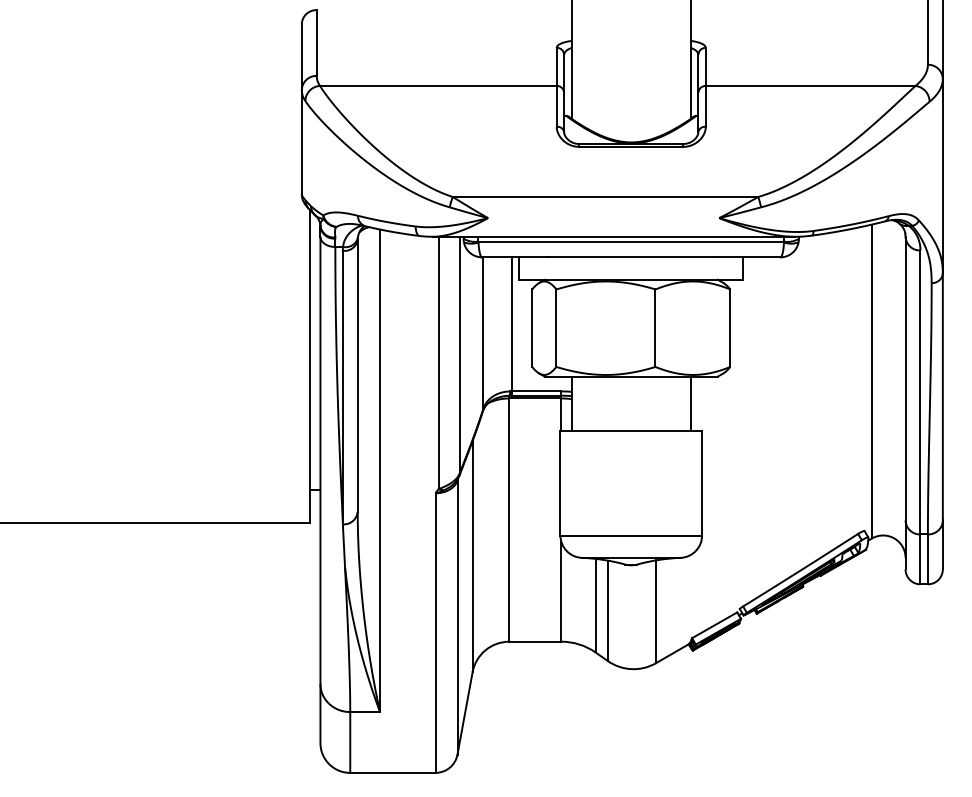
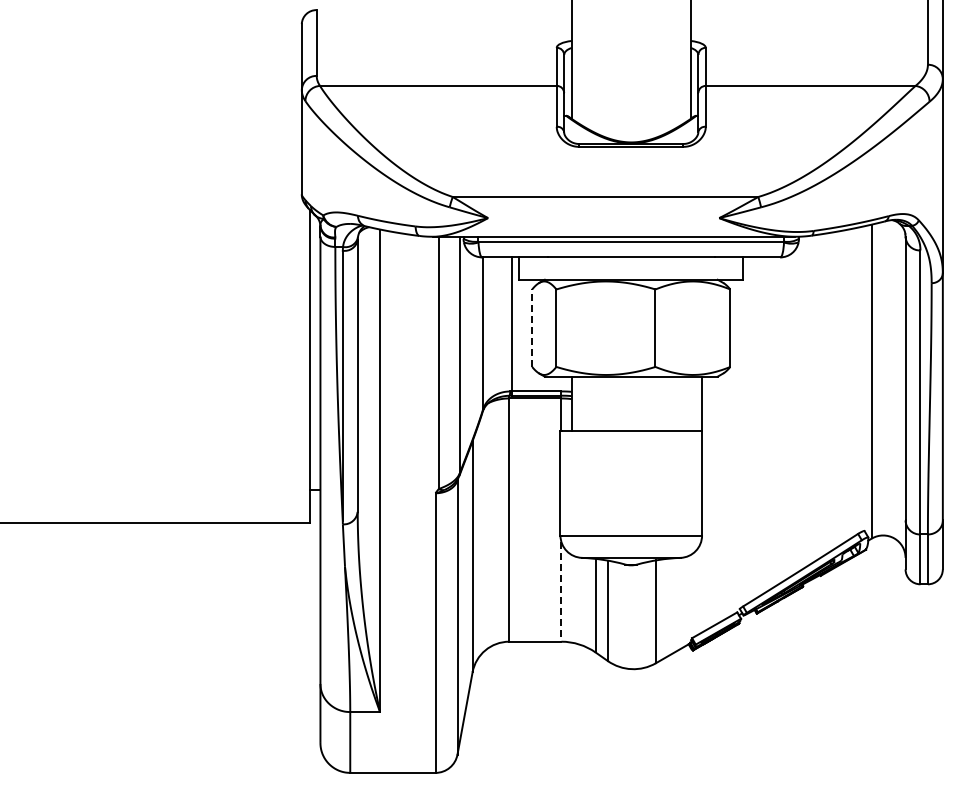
line at (532, 328): solid -> dashed
line at (690, 403) position: (690, 403) -> (701, 403)
line at (561, 591): solid -> dashed
